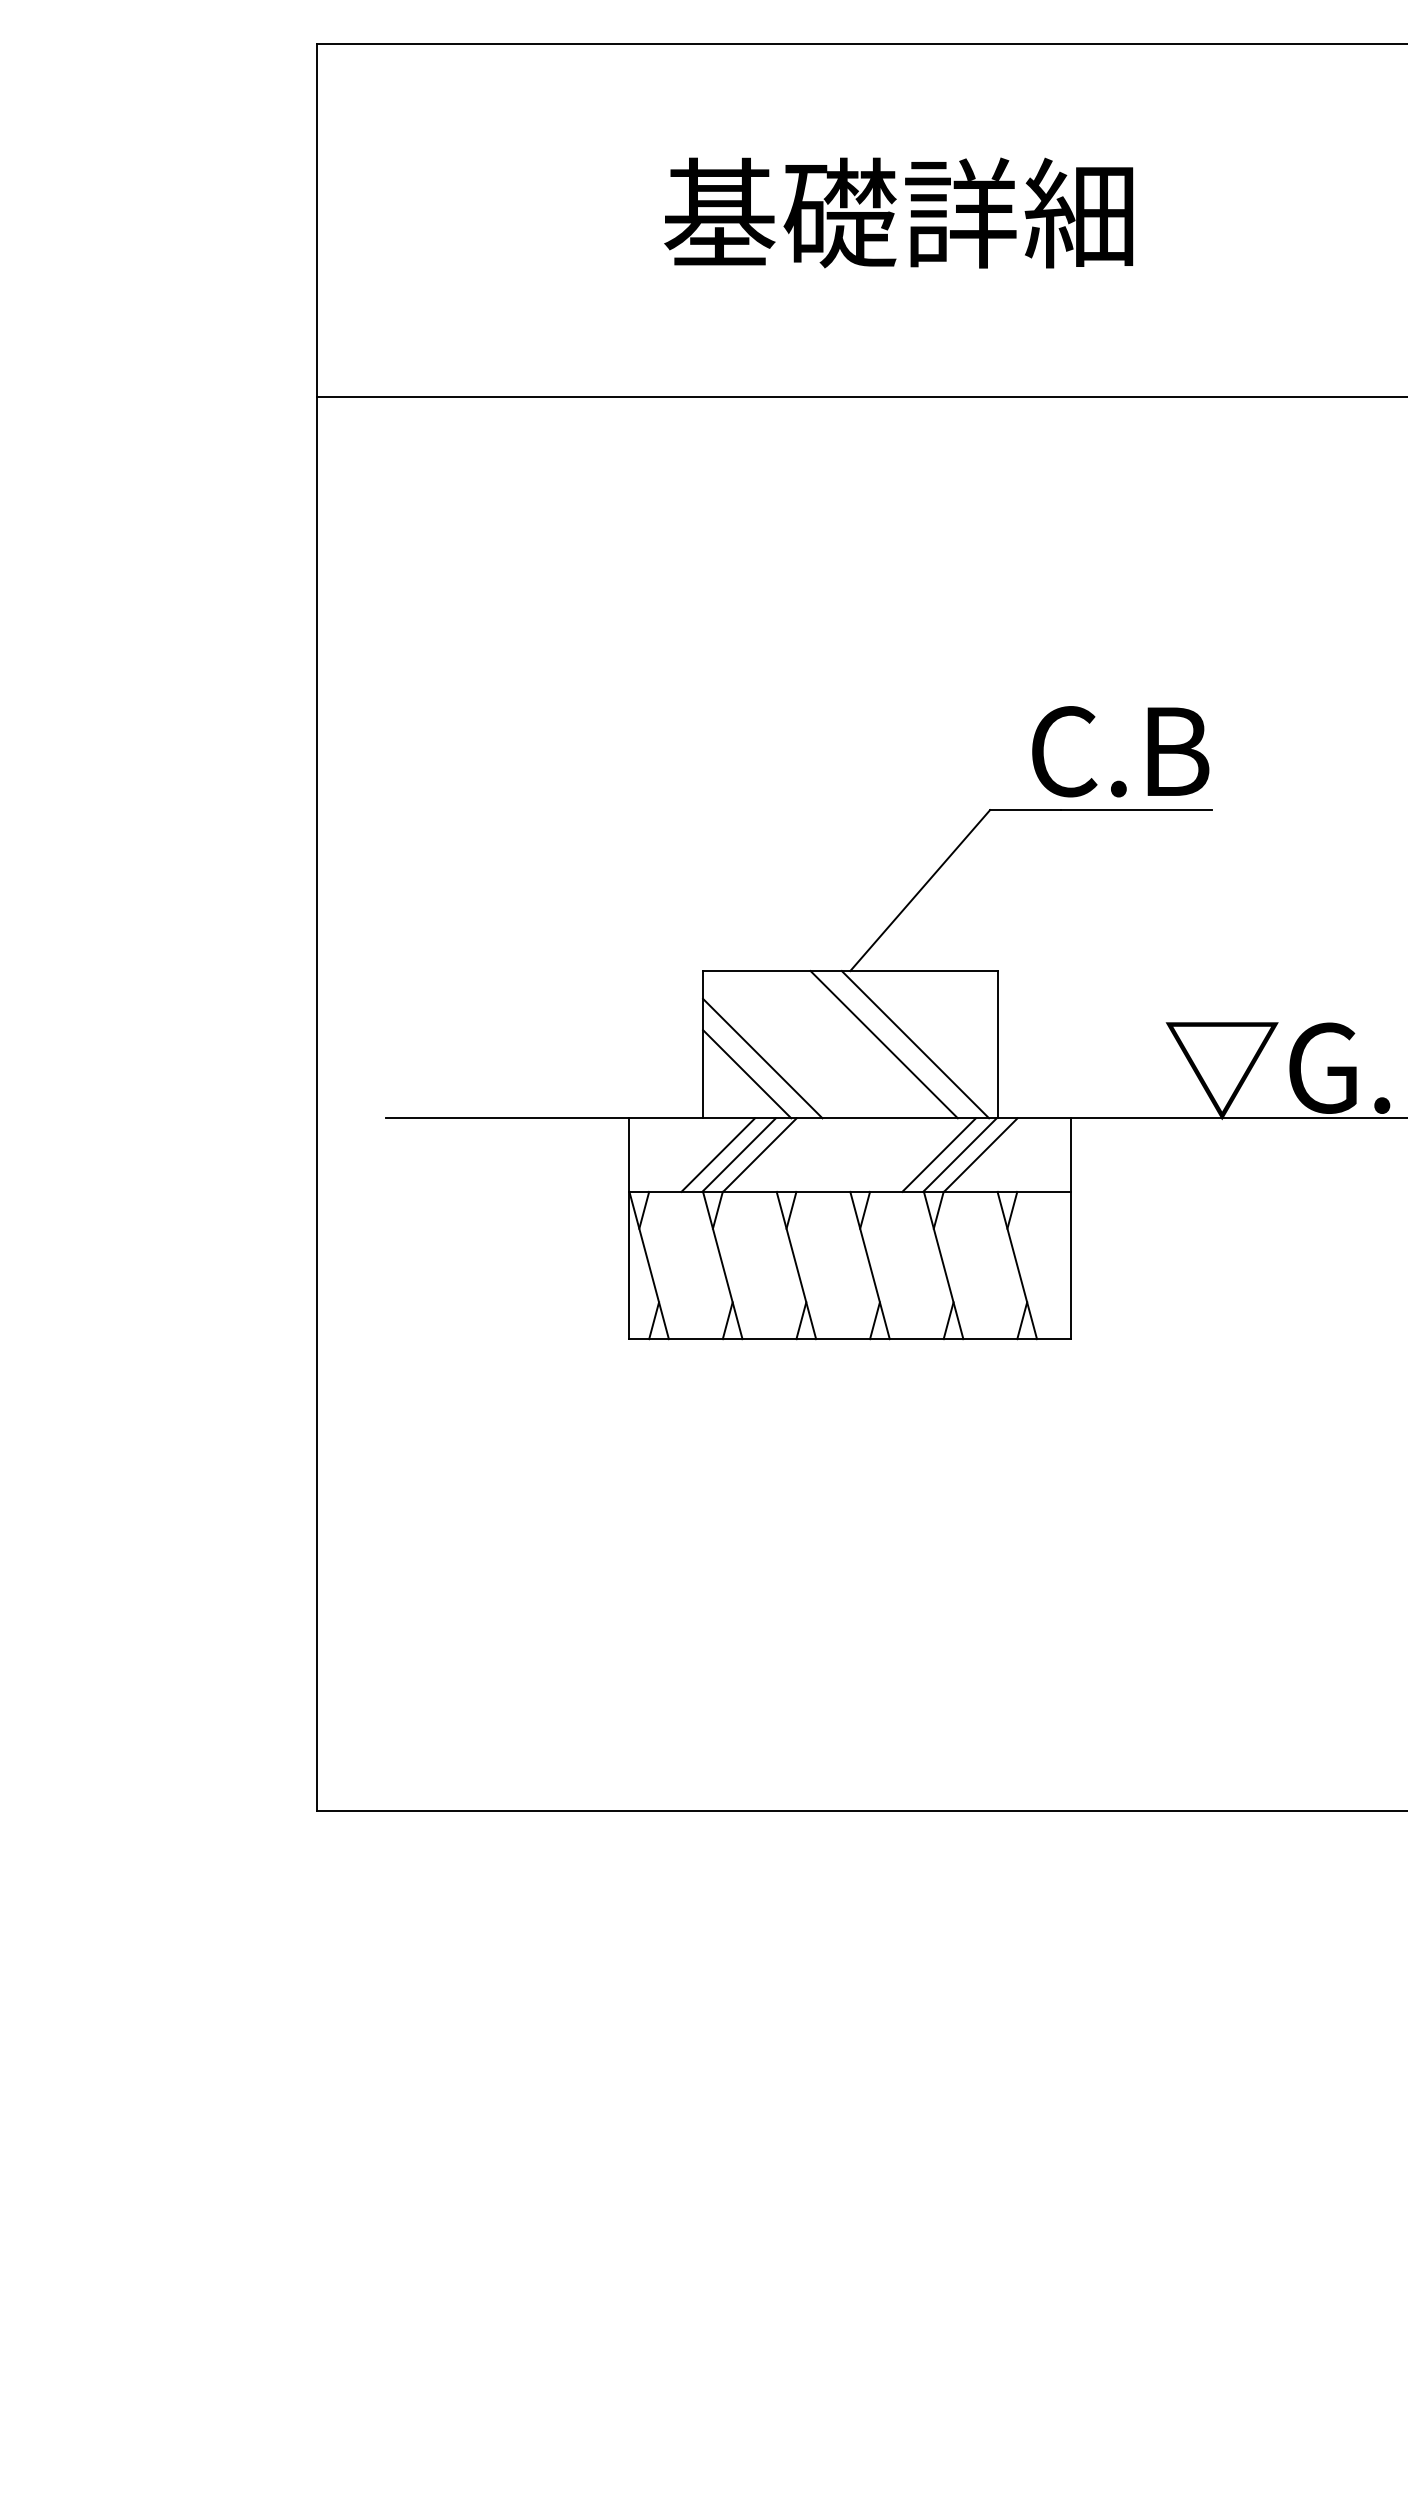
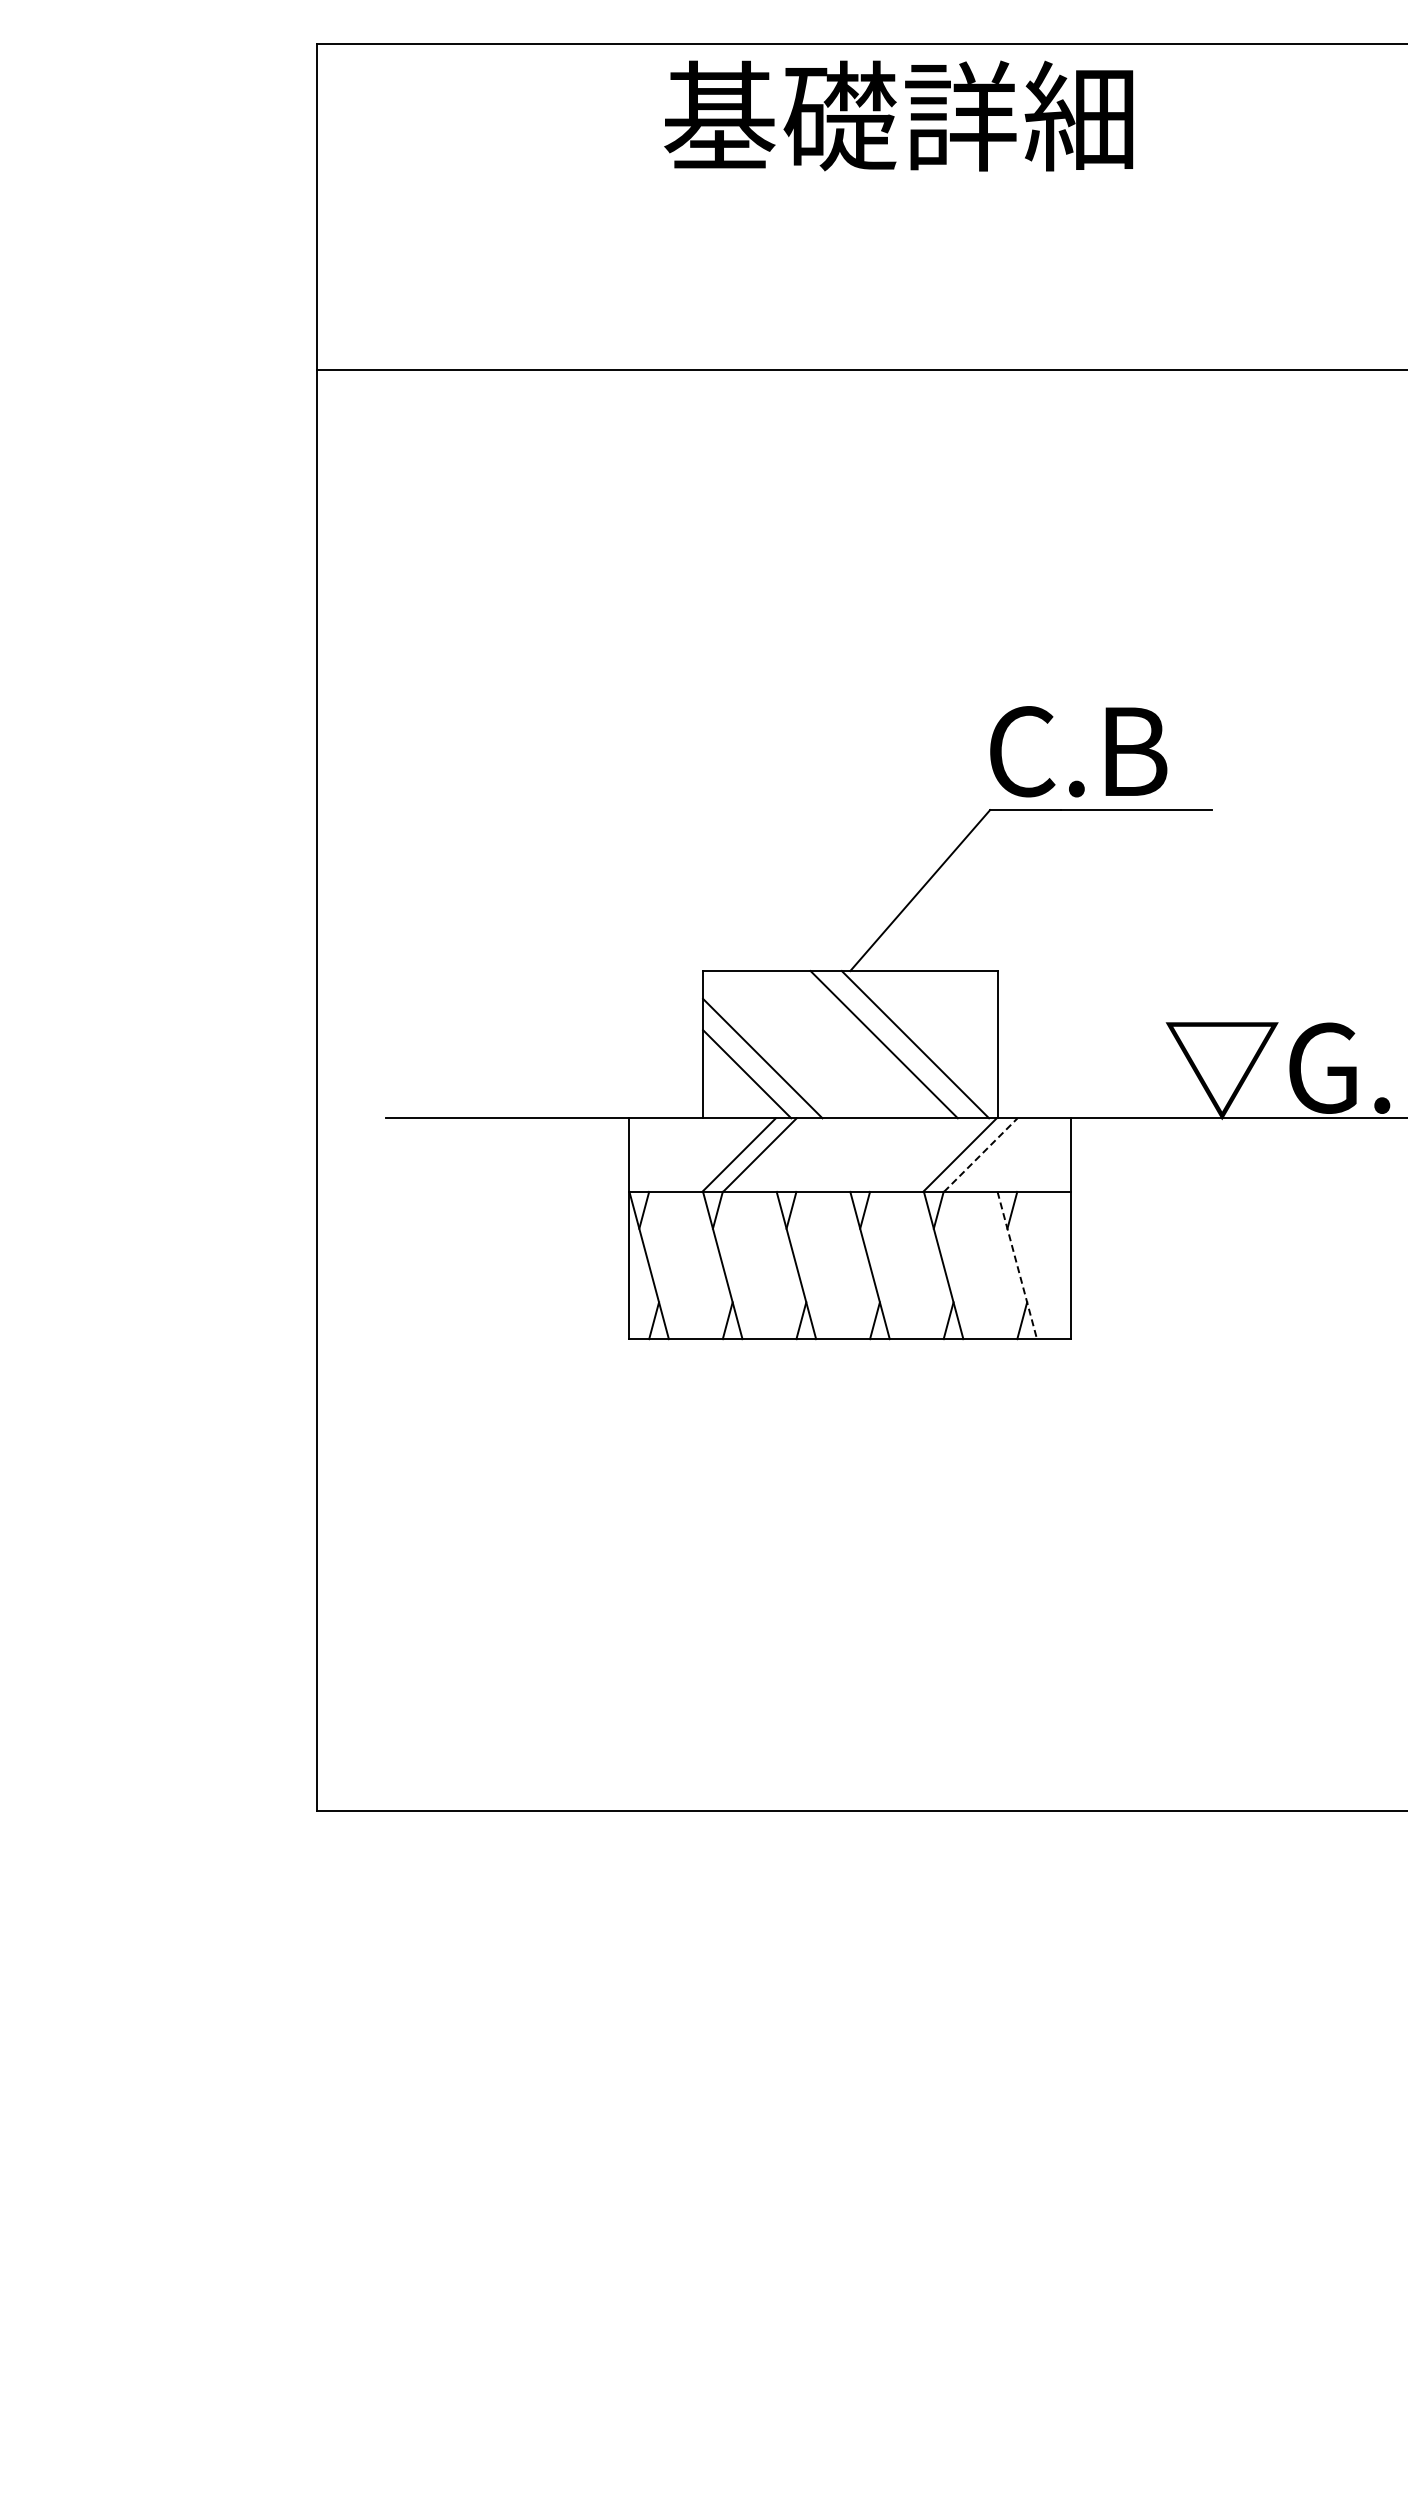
text at (898, 212) position: (898, 212) -> (898, 115)
line at (860, 397) position: (860, 397) -> (860, 370)
text at (1120, 751) position: (1120, 751) -> (1078, 751)
line at (718, 1154): present -> none
line at (938, 1154): present -> none
line at (981, 1154): solid -> dashed
line at (1017, 1266): solid -> dashed
